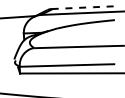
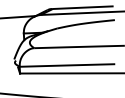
line at (82, 7): dashed -> solid
